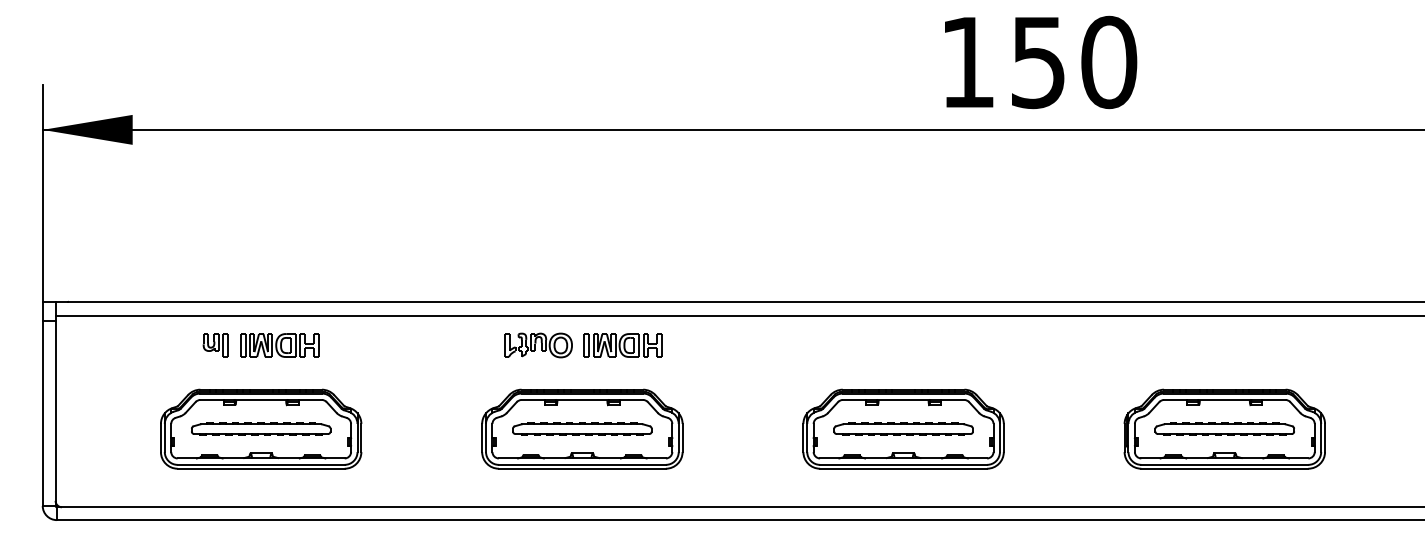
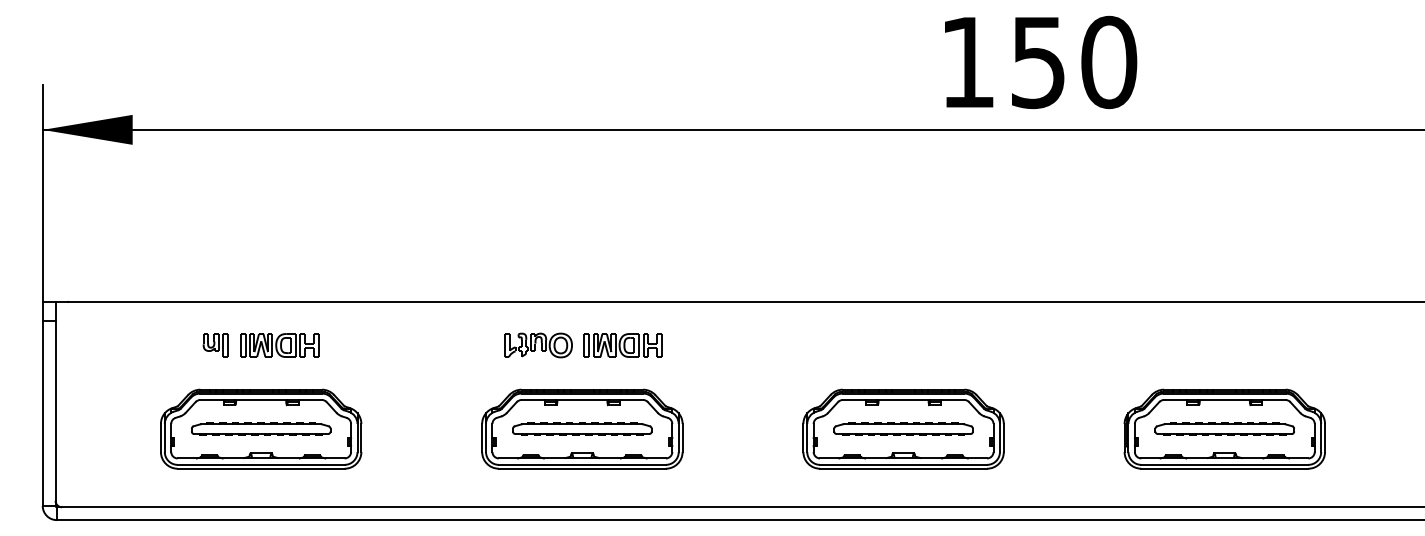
line at (738, 315): present -> none
